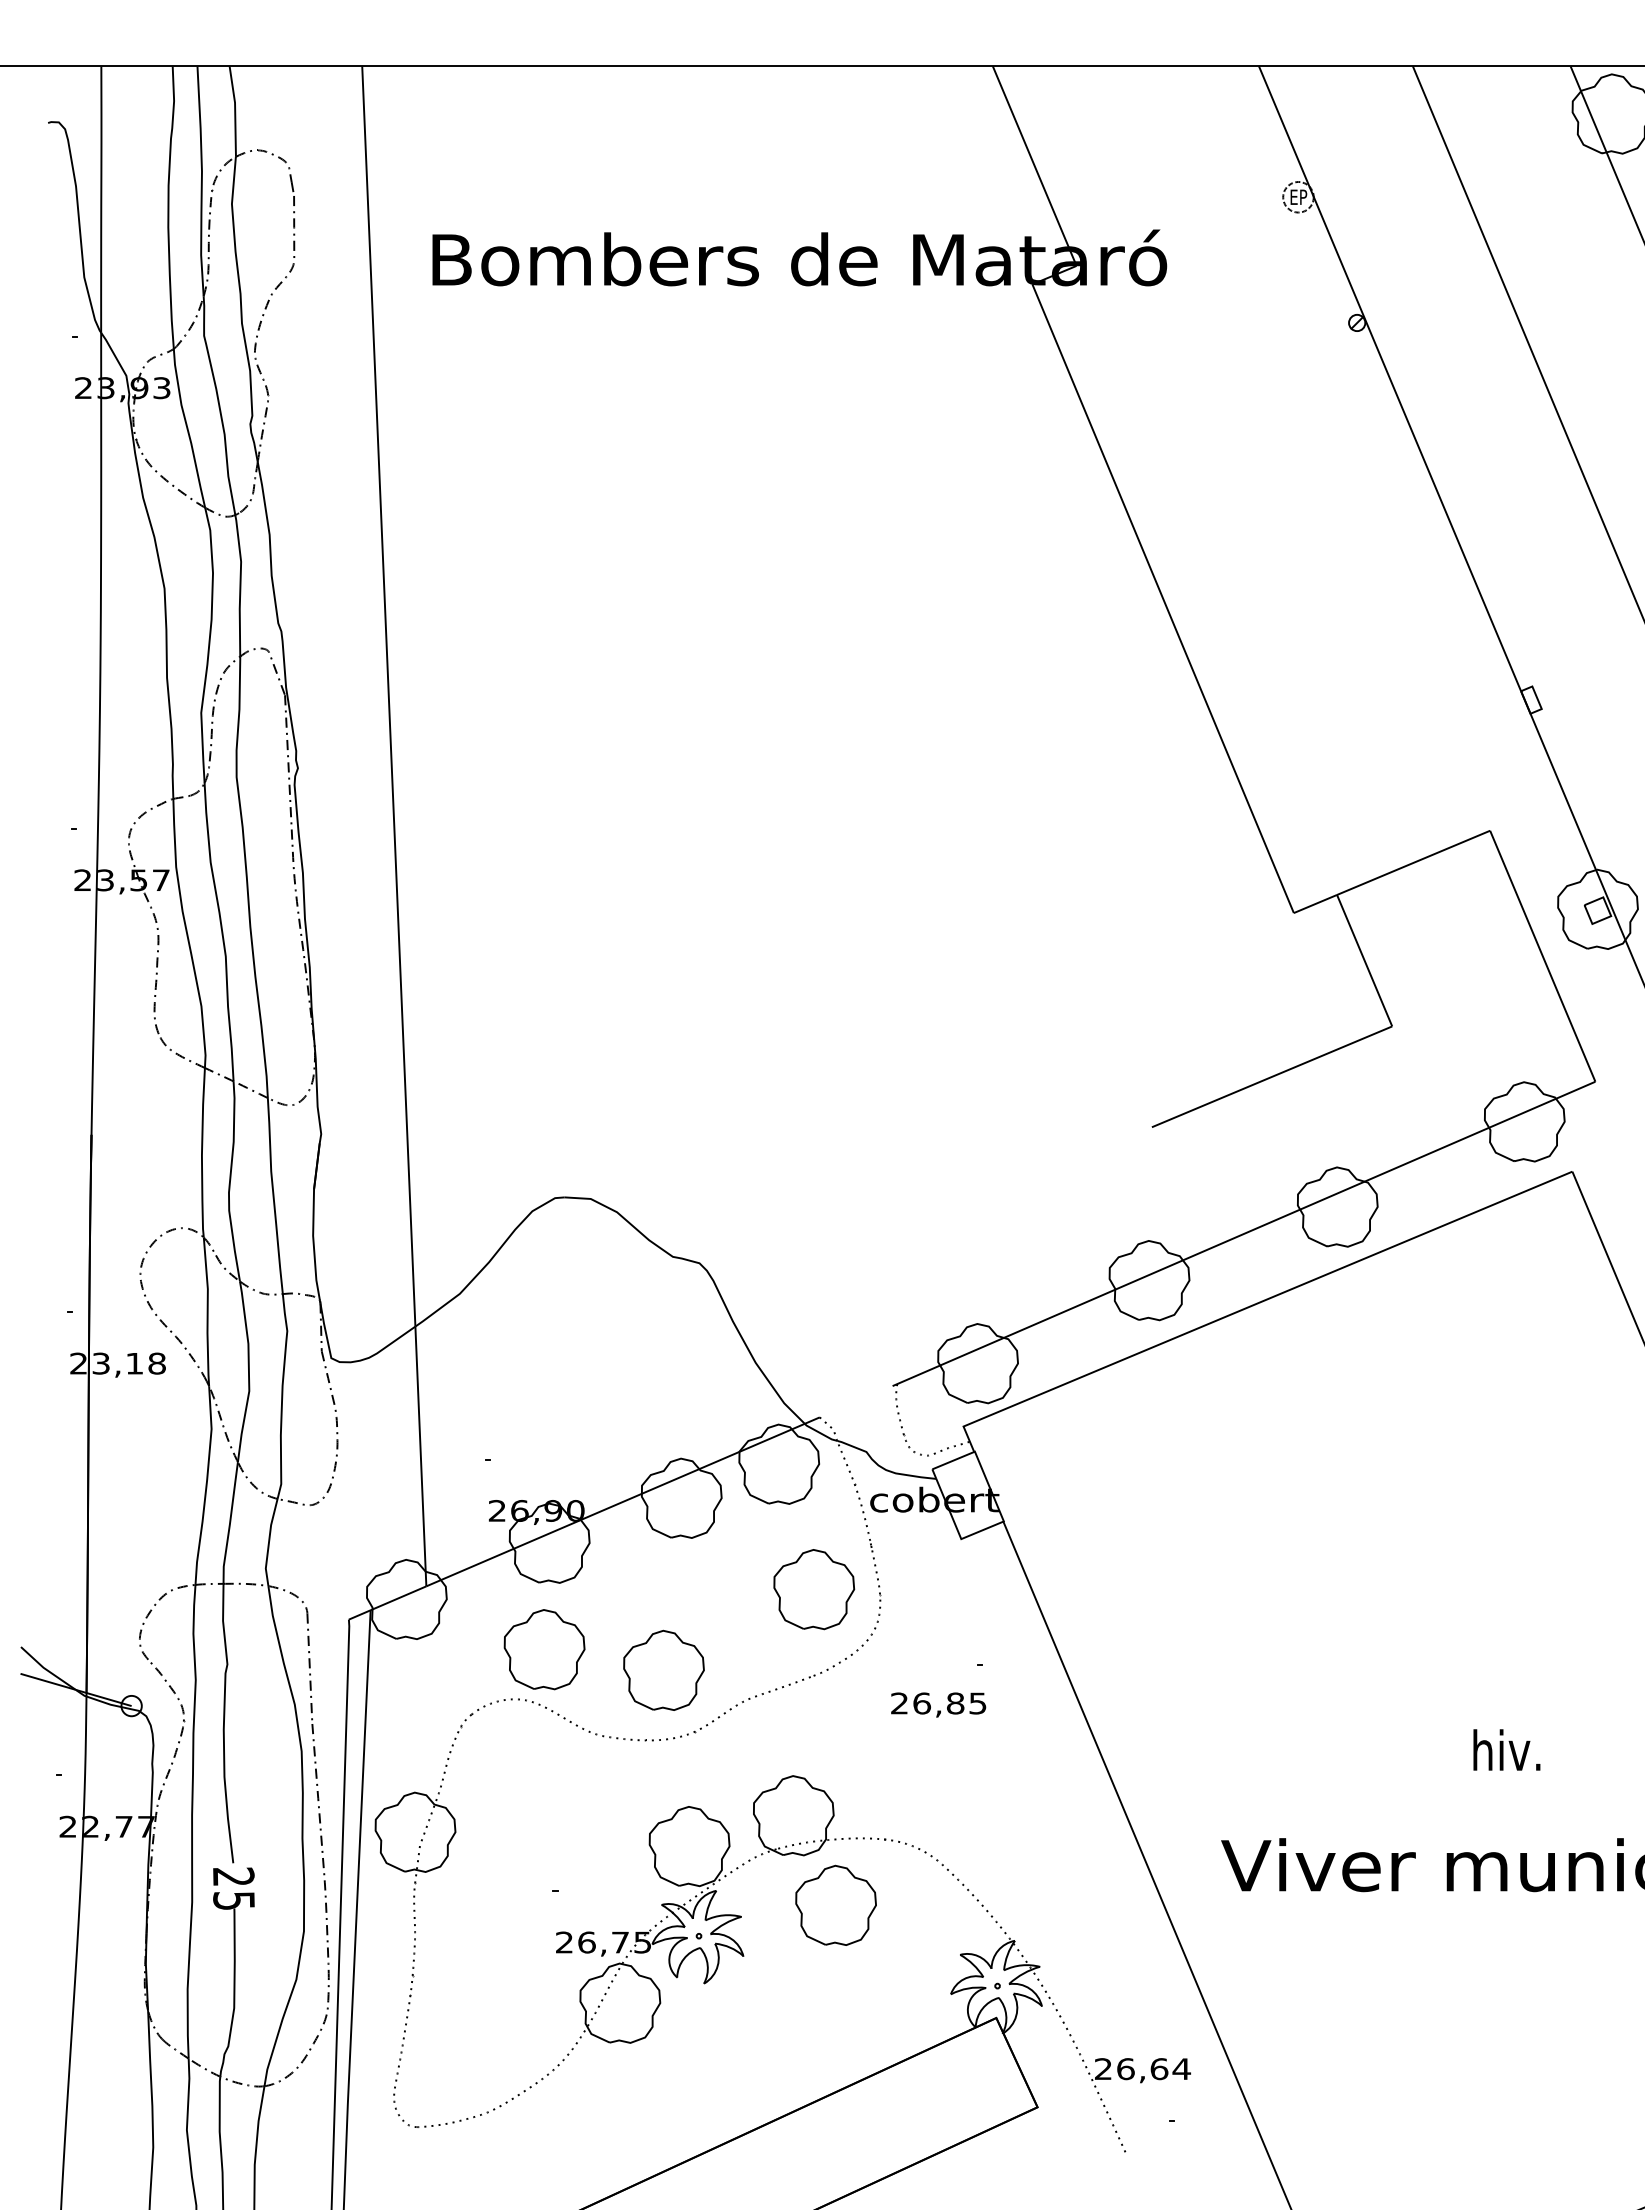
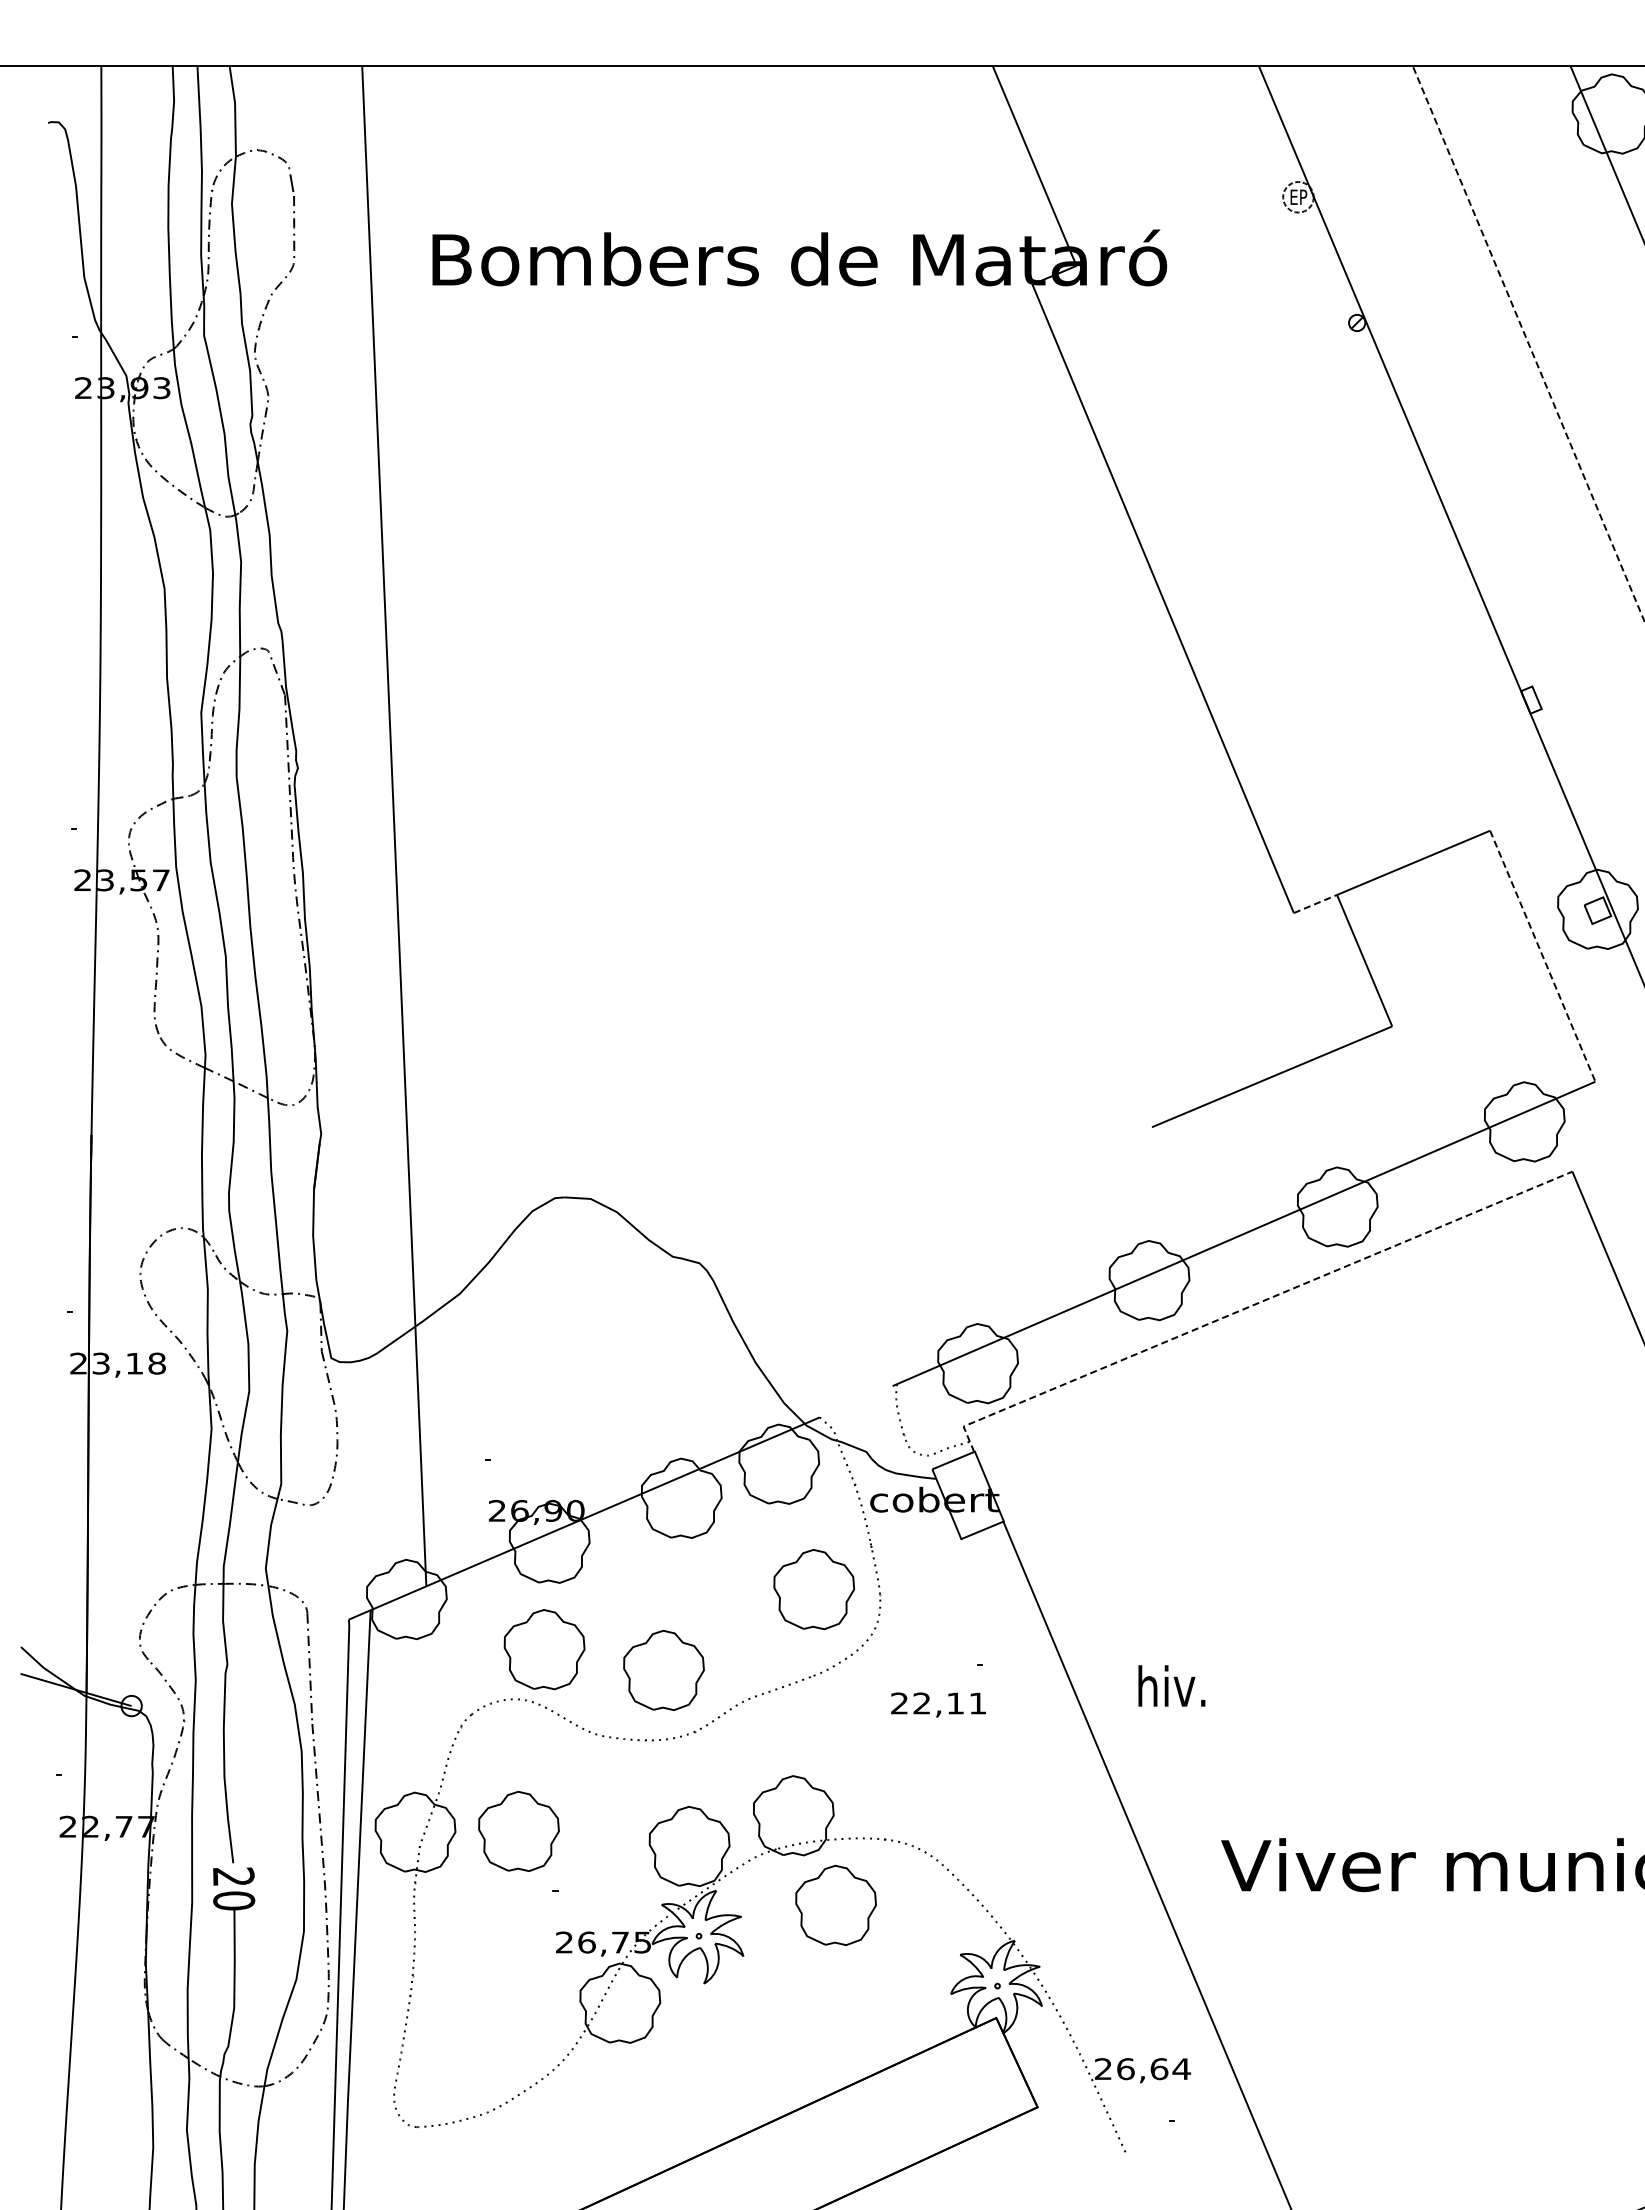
line at (1528, 343): solid -> dashed
line at (1315, 903): solid -> dashed
line at (1542, 956): solid -> dashed
line at (1254, 1304): solid -> dashed
text at (949, 1703): 26,85 -> 22,11
text at (1506, 1749) position: (1506, 1749) -> (1171, 1685)
part at (518, 1830): none -> present
text at (234, 1900): 25 -> 20
